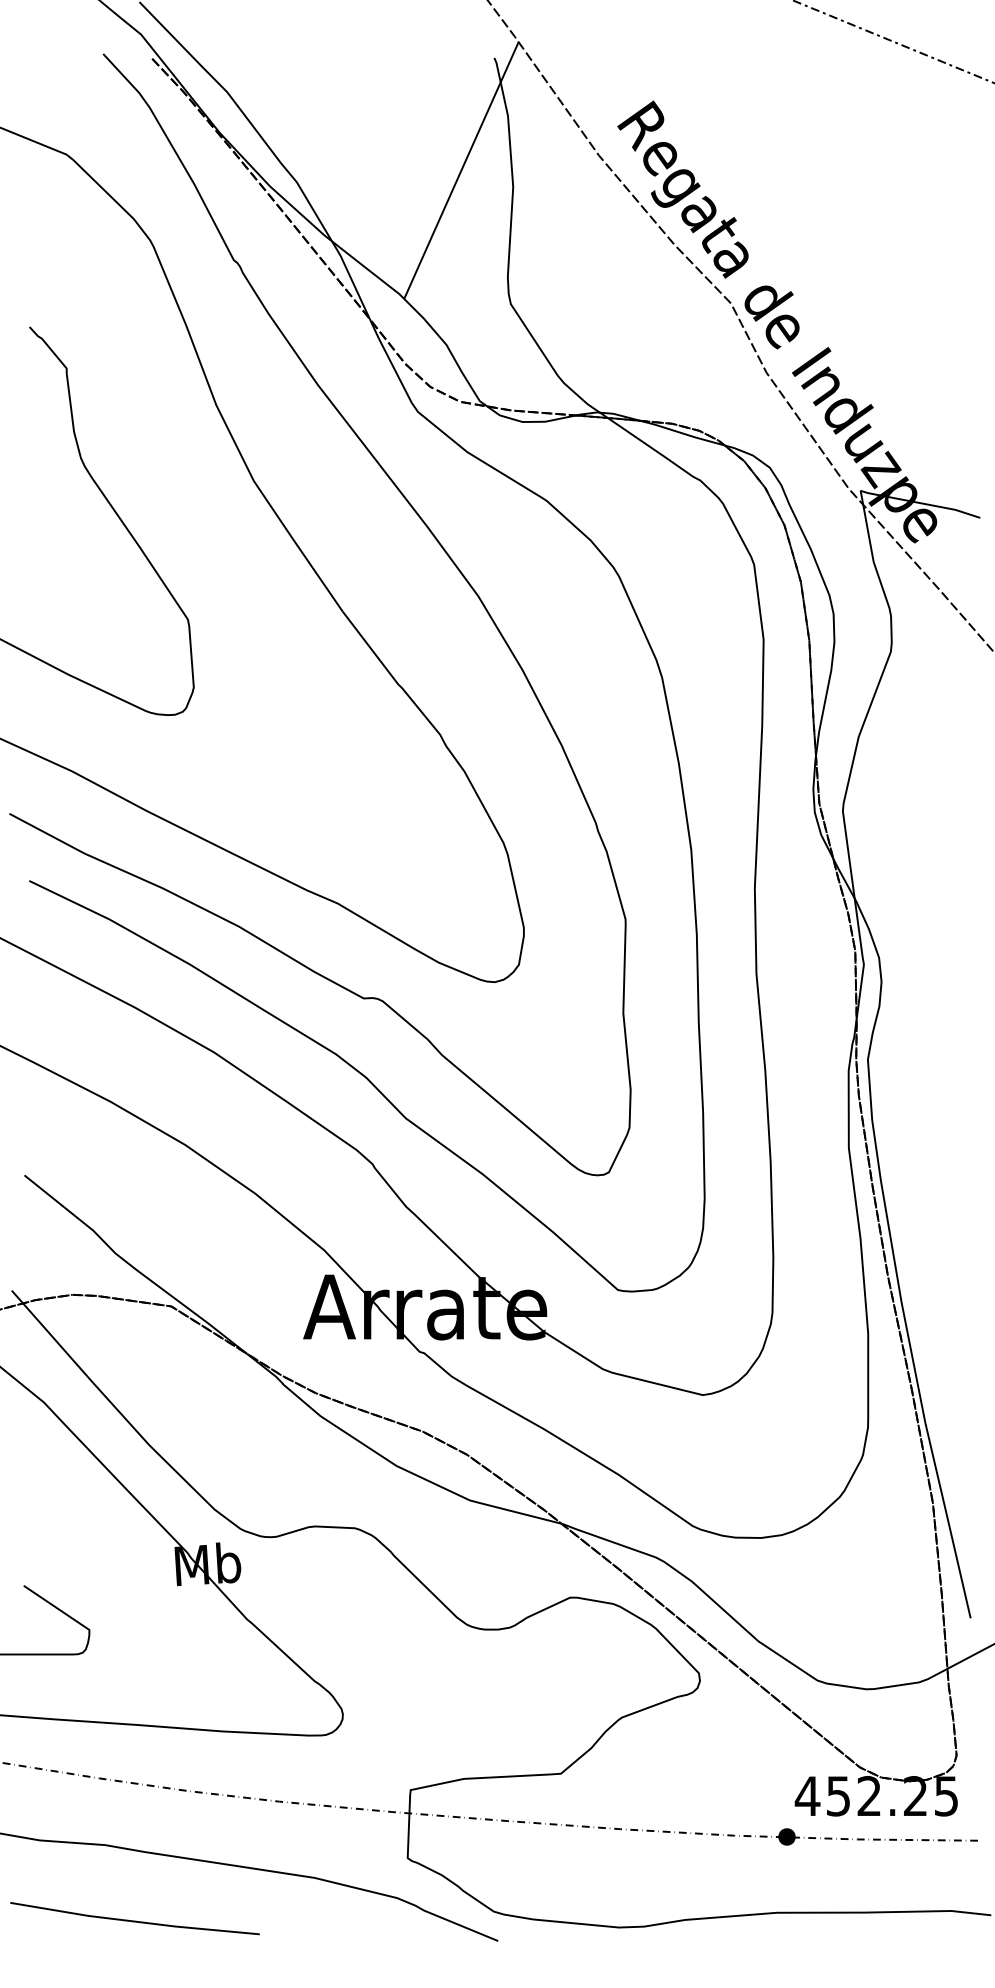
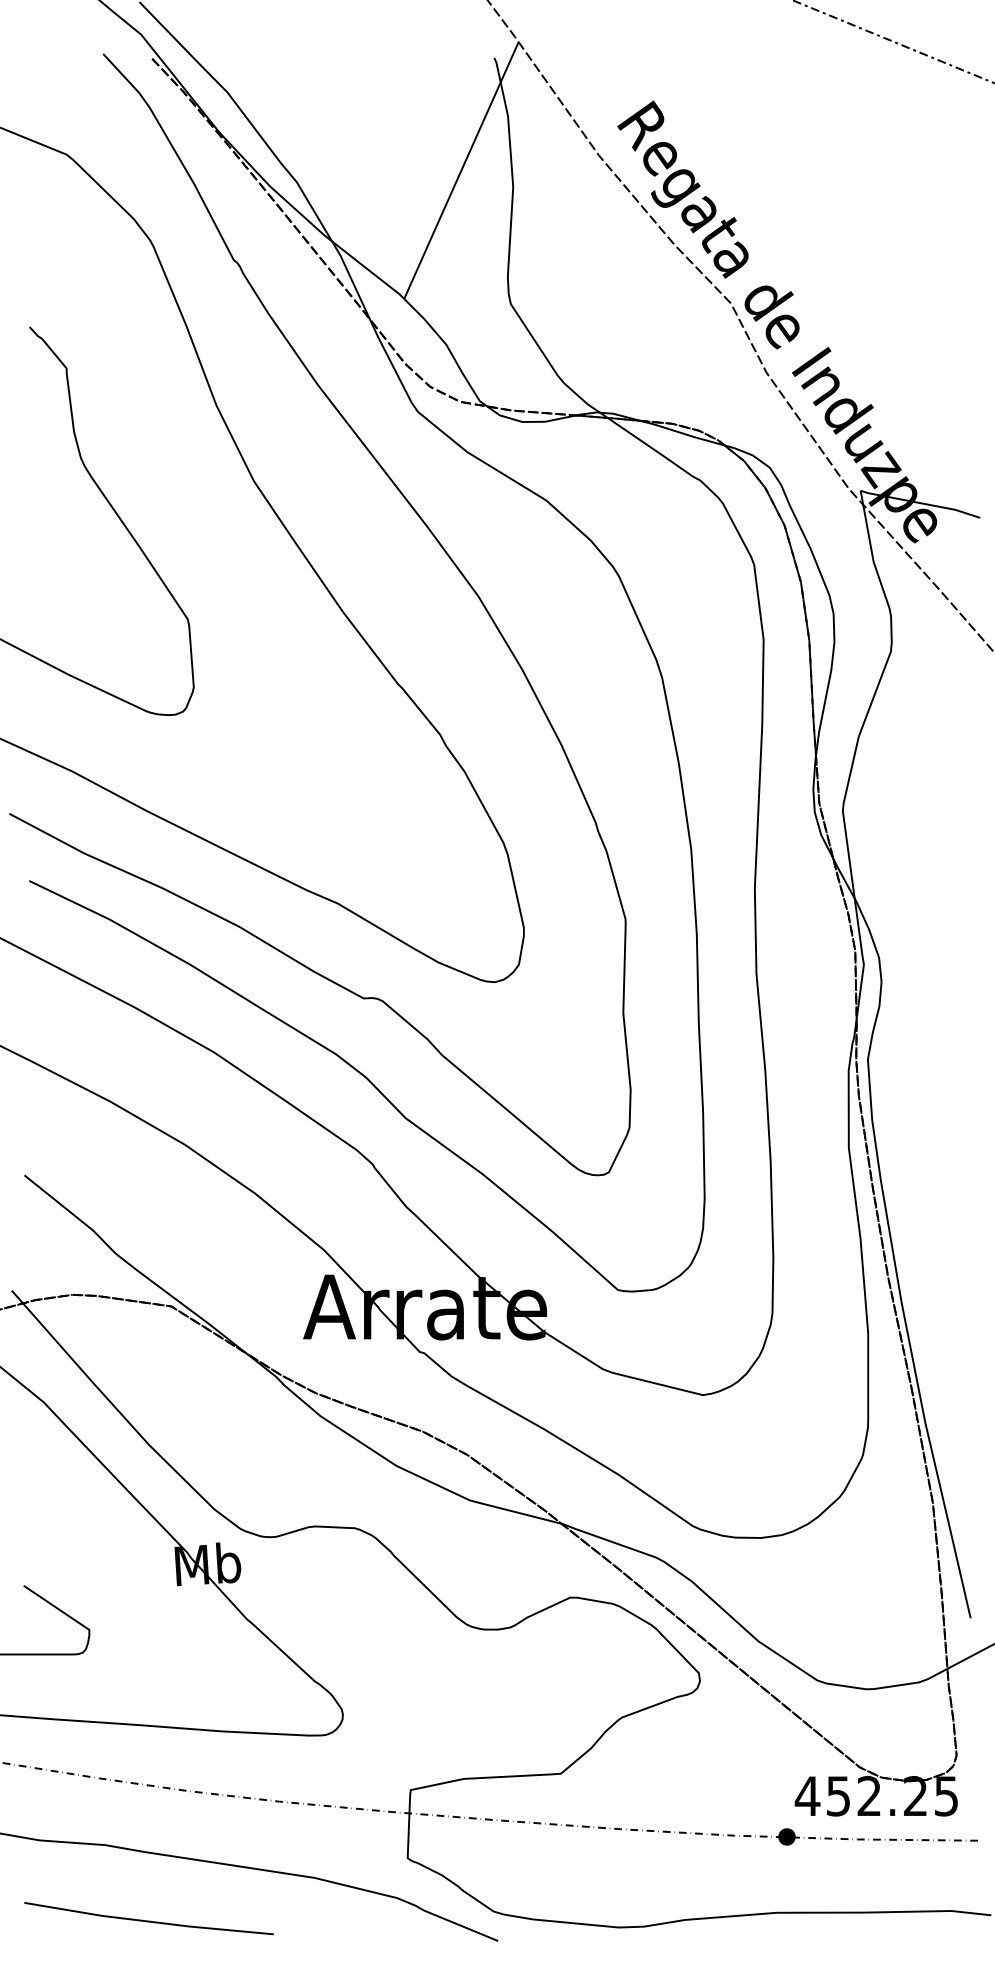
line at (134, 1920) position: (134, 1920) -> (148, 1920)
